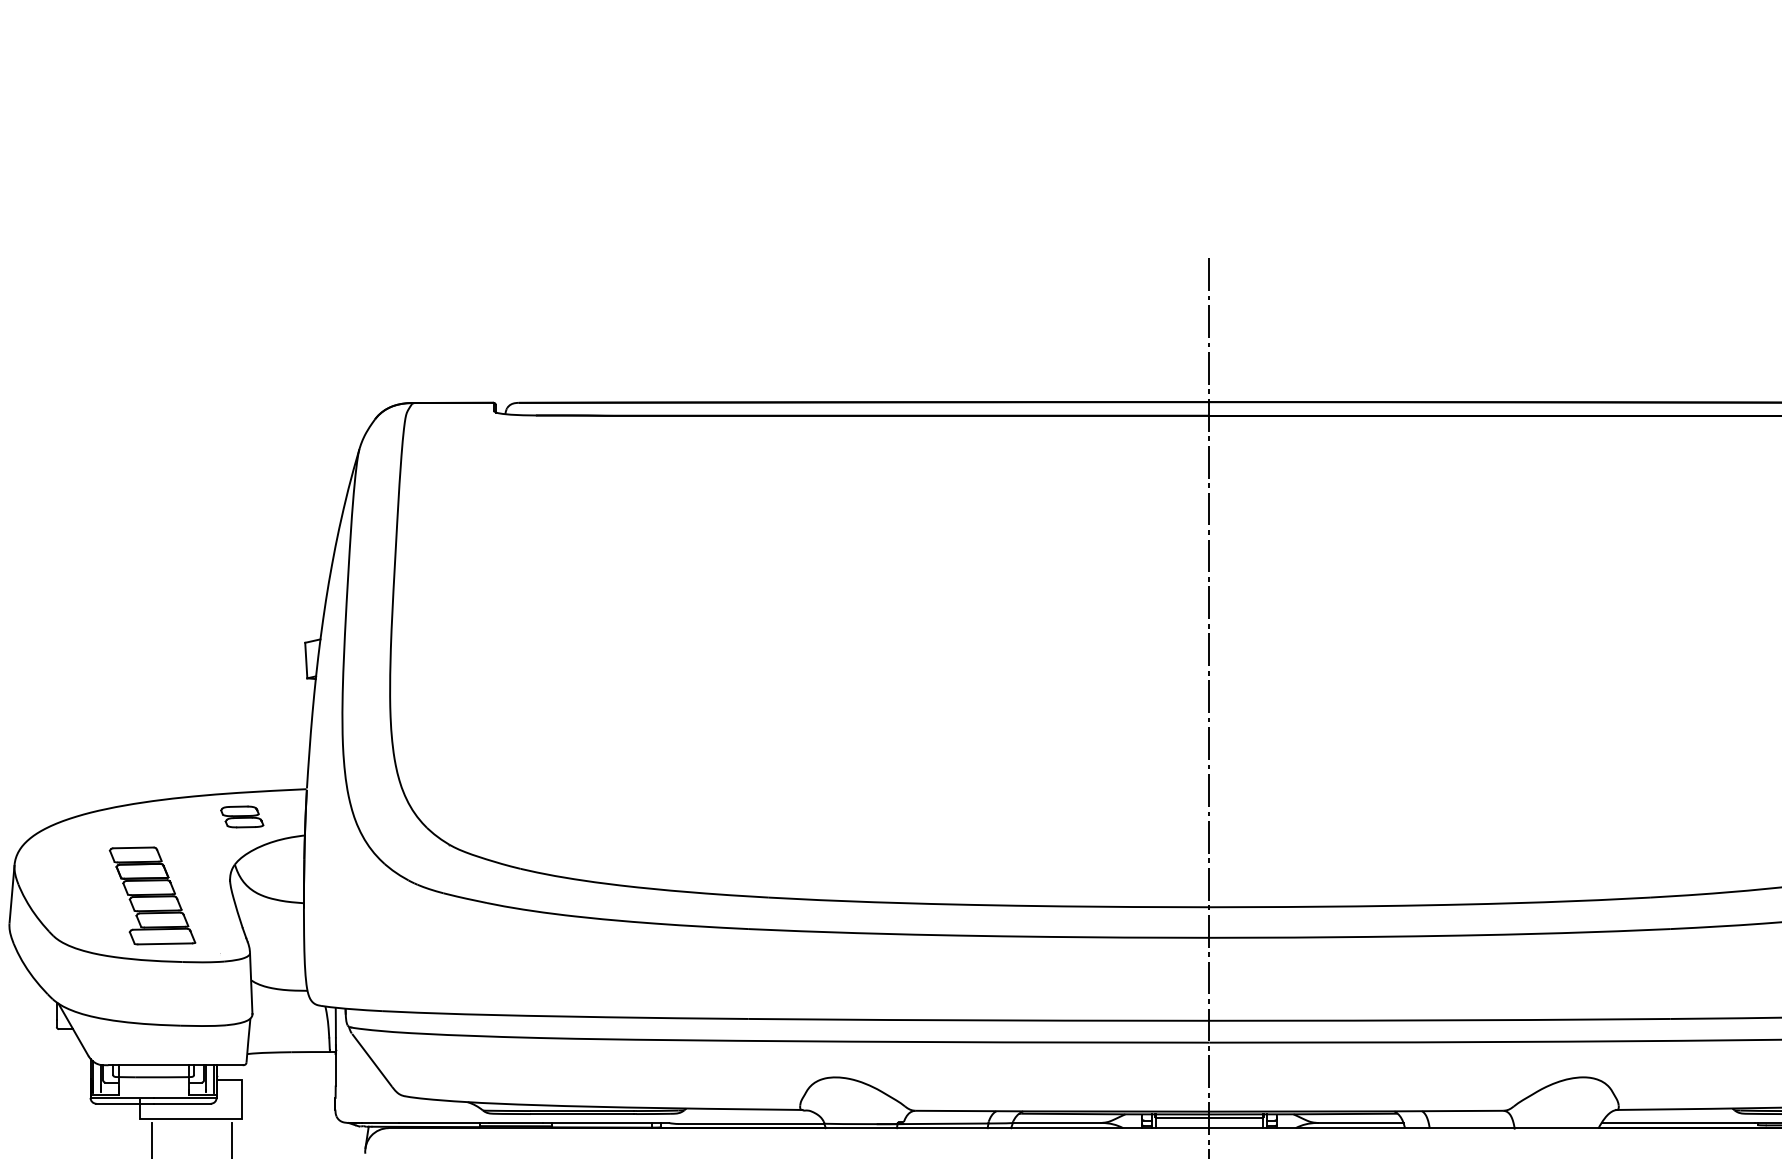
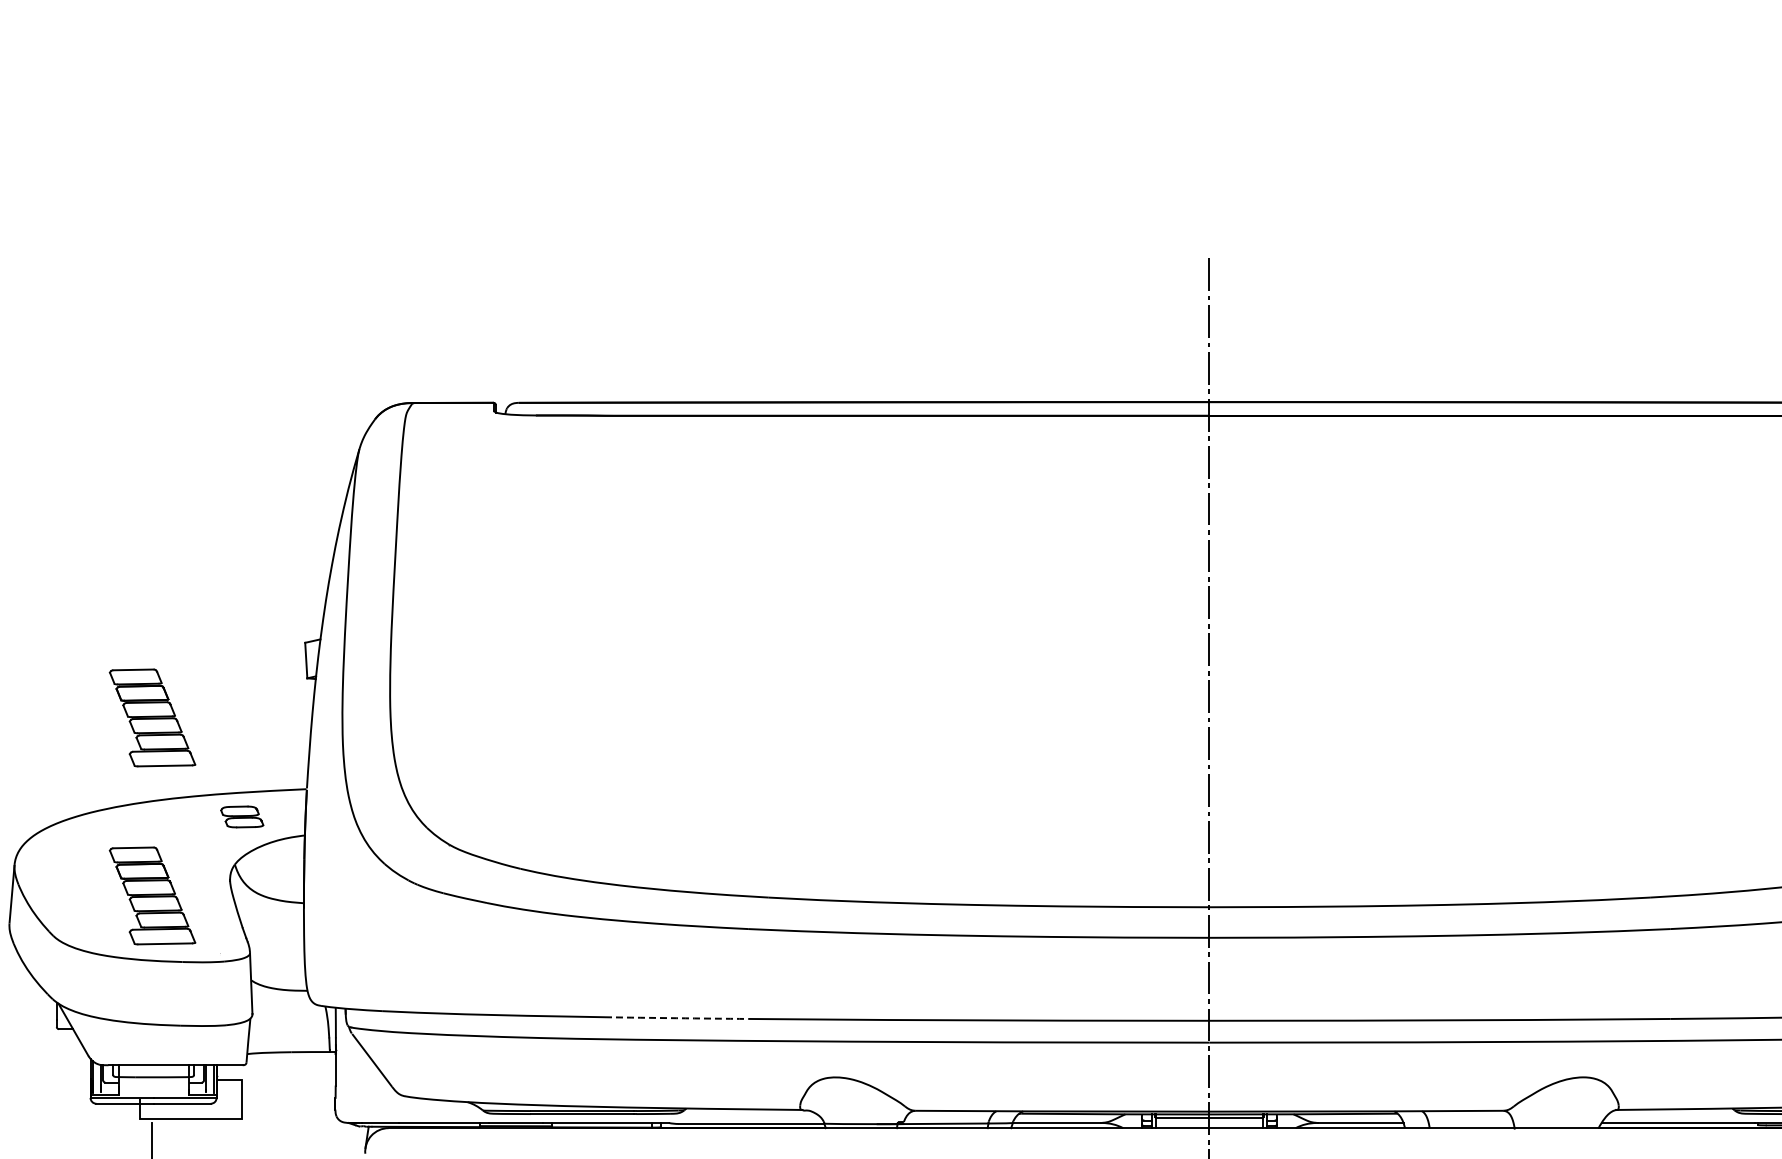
part at (152, 717): none -> present
arc at (676, 1018): solid -> dashed
line at (231, 1139): present -> none
